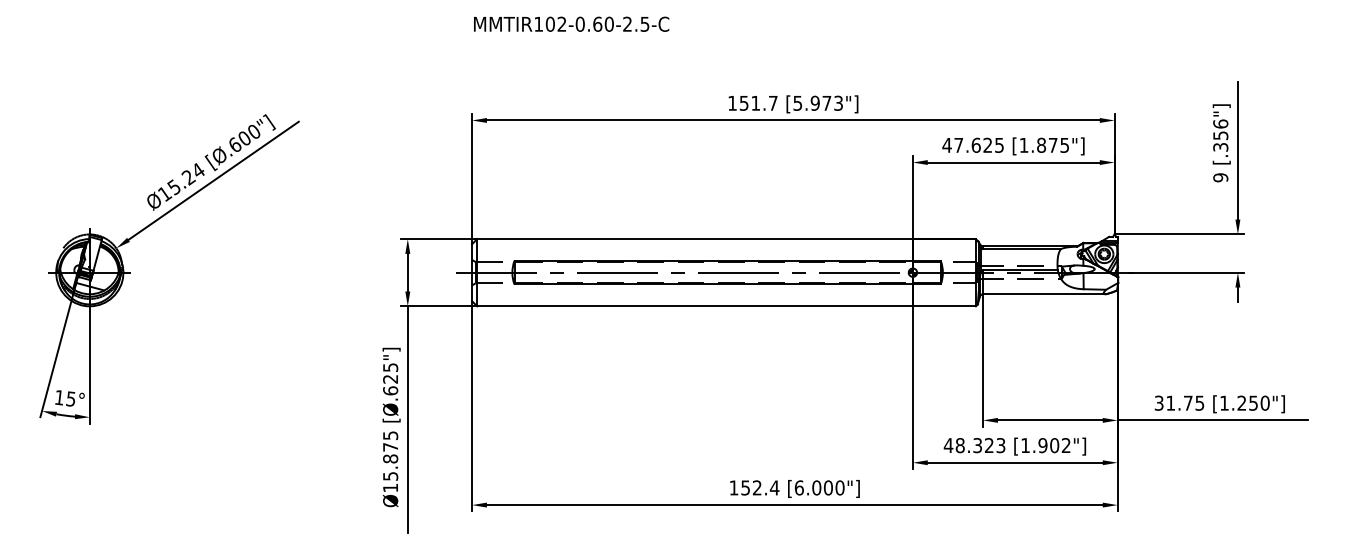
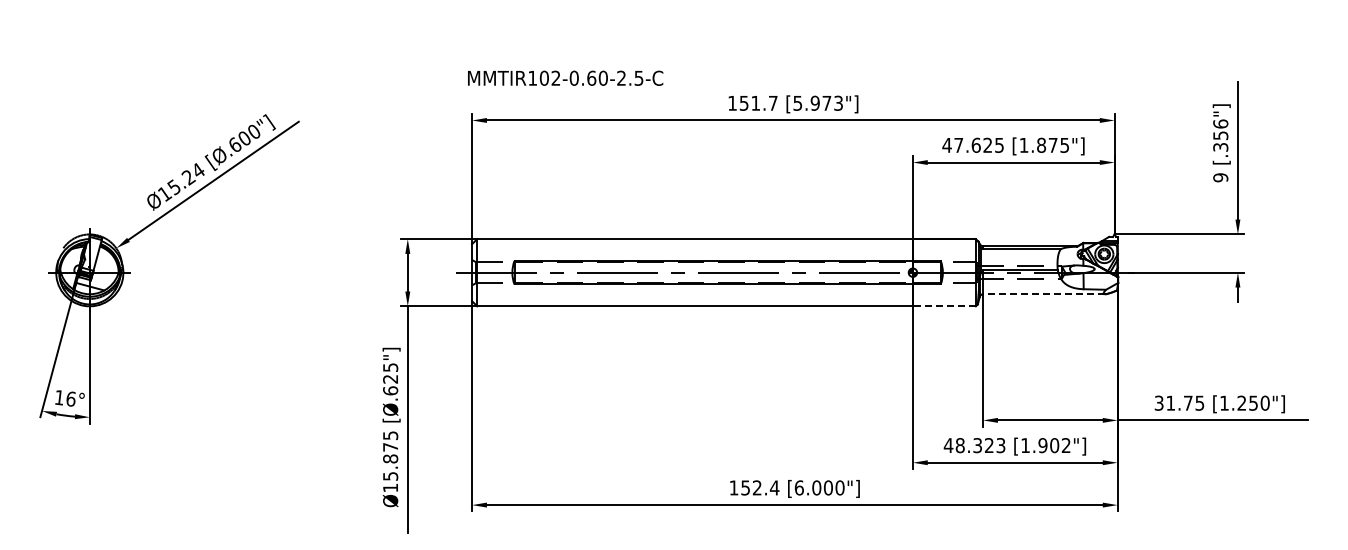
text at (571, 23) position: (571, 23) -> (565, 77)
line at (1044, 294): solid -> dashed
line at (943, 306): solid -> dashed
text at (70, 398): 15° -> 16°
